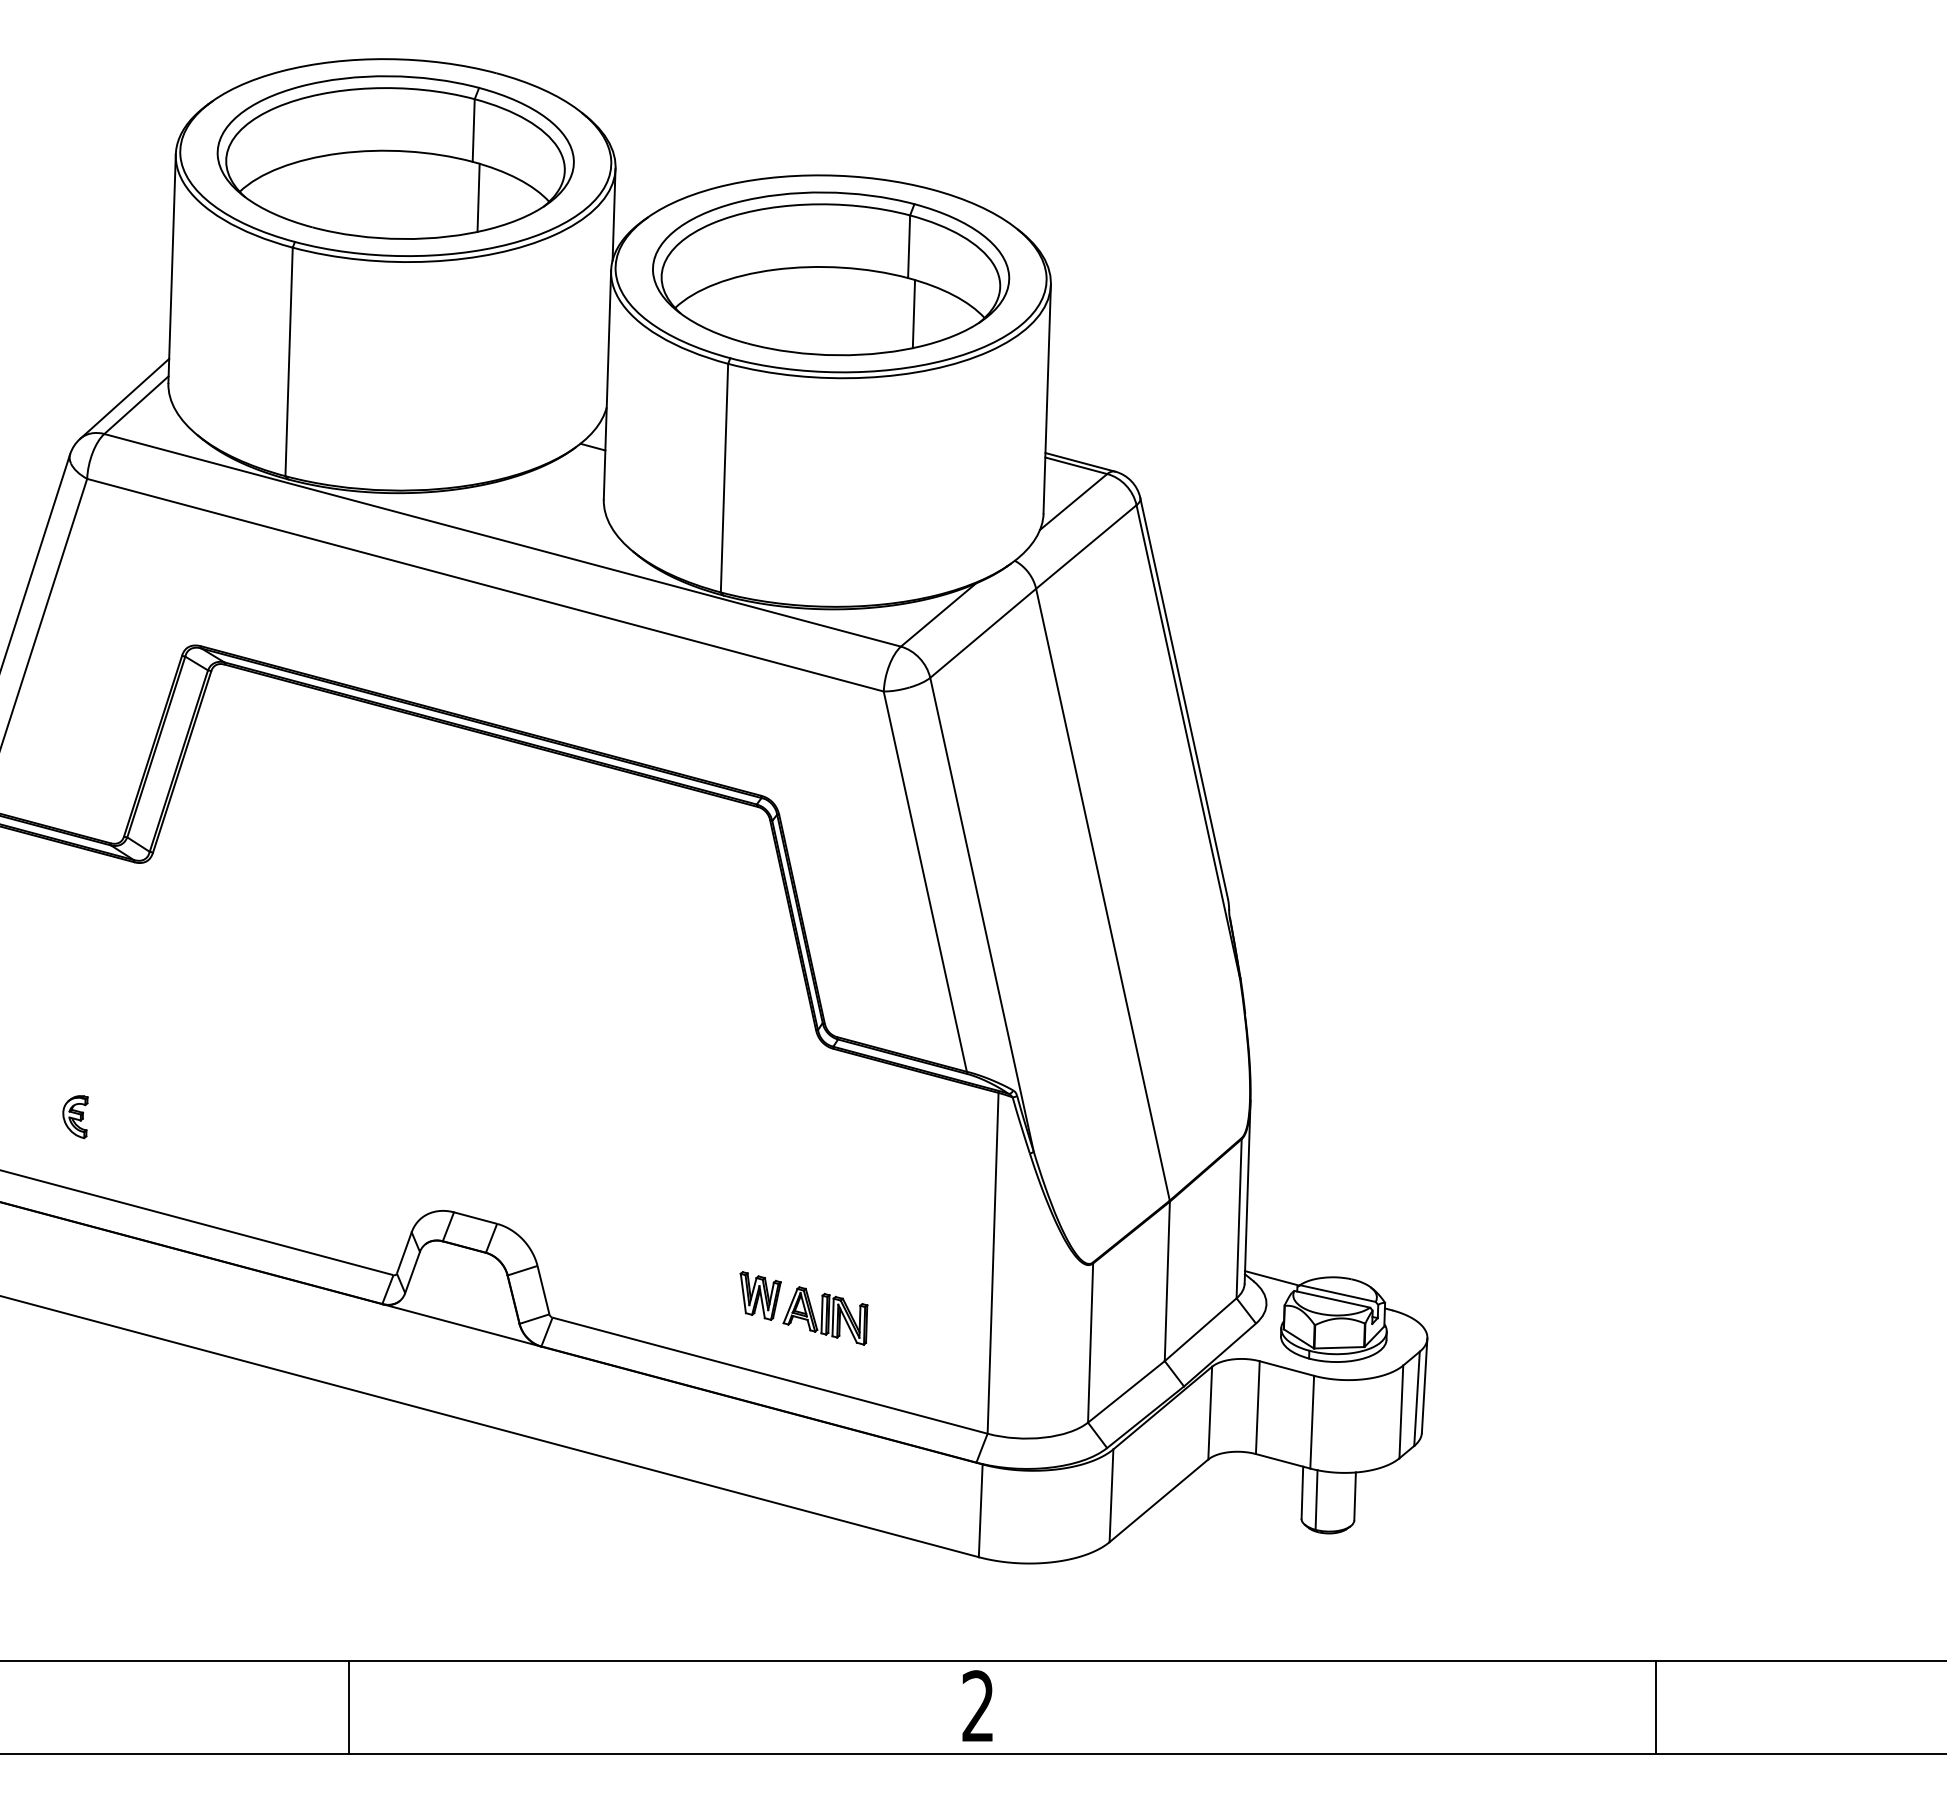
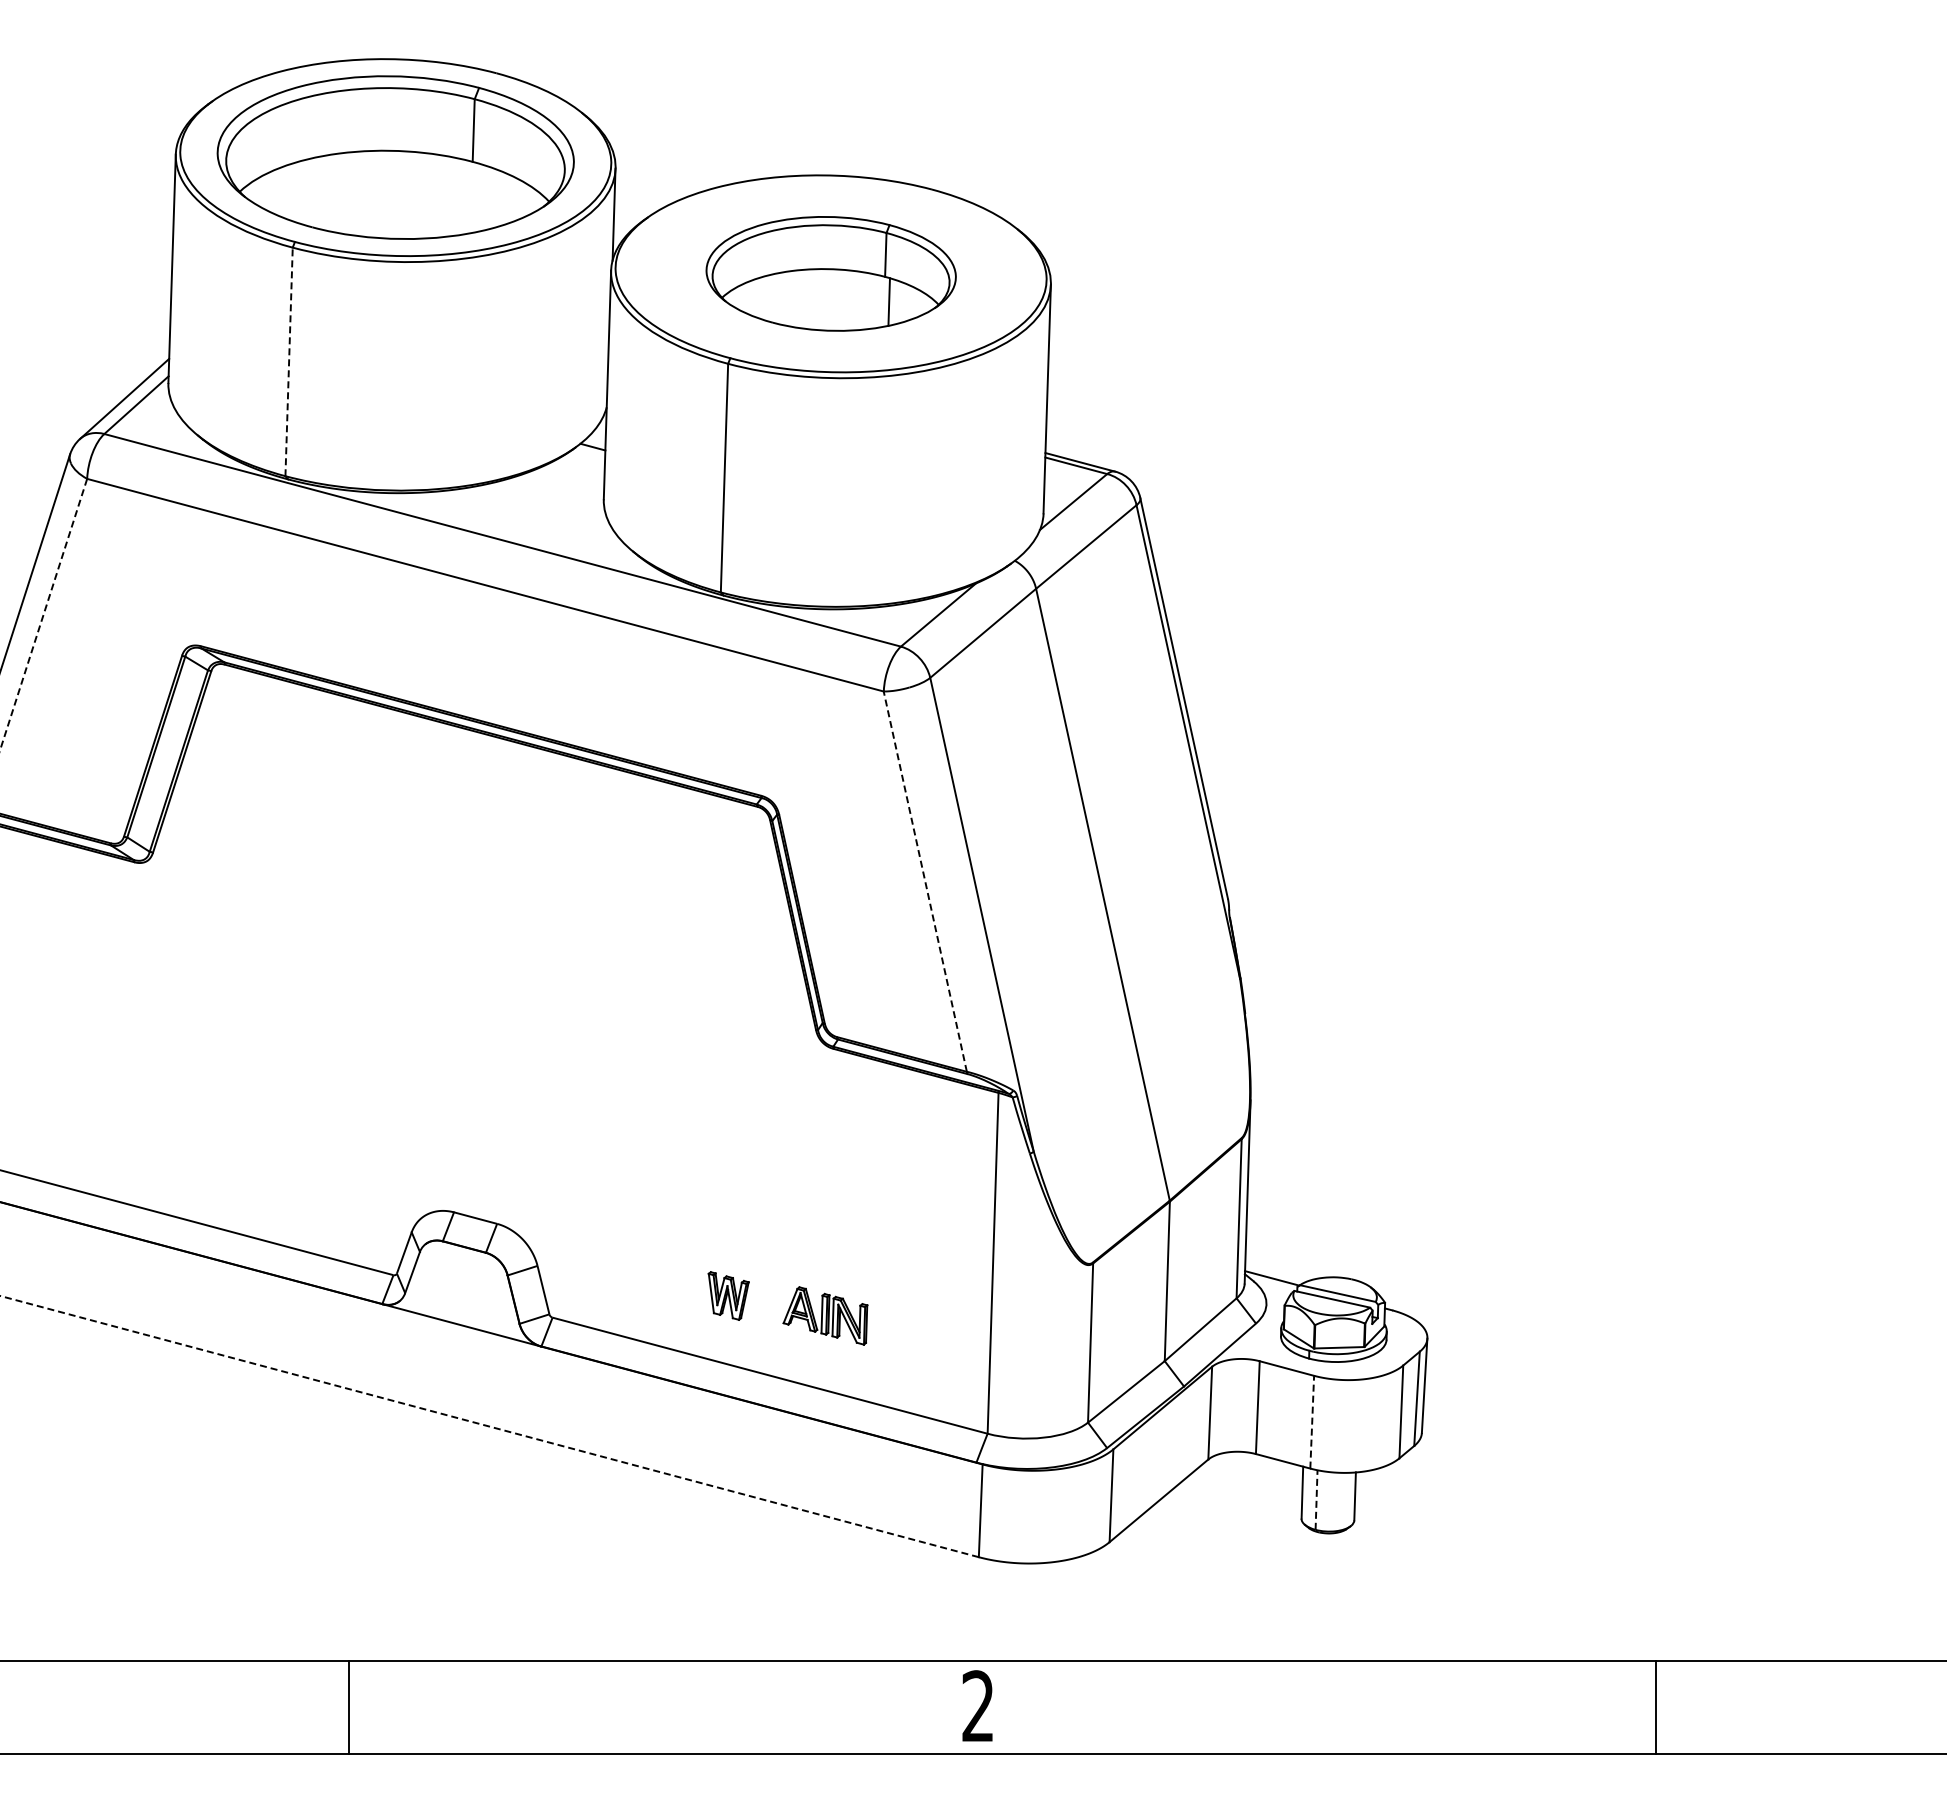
line at (478, 197): present -> none
part at (831, 273) size: 359x166 px -> 252x116 px
line at (289, 361): solid -> dashed
line at (43, 614): solid -> dashed
line at (925, 881): solid -> dashed
part at (75, 1117): present -> none
part at (760, 1295) position: (760, 1295) -> (728, 1295)
line at (1312, 1421): solid -> dashed
line at (489, 1426): solid -> dashed
line at (1316, 1499): solid -> dashed
